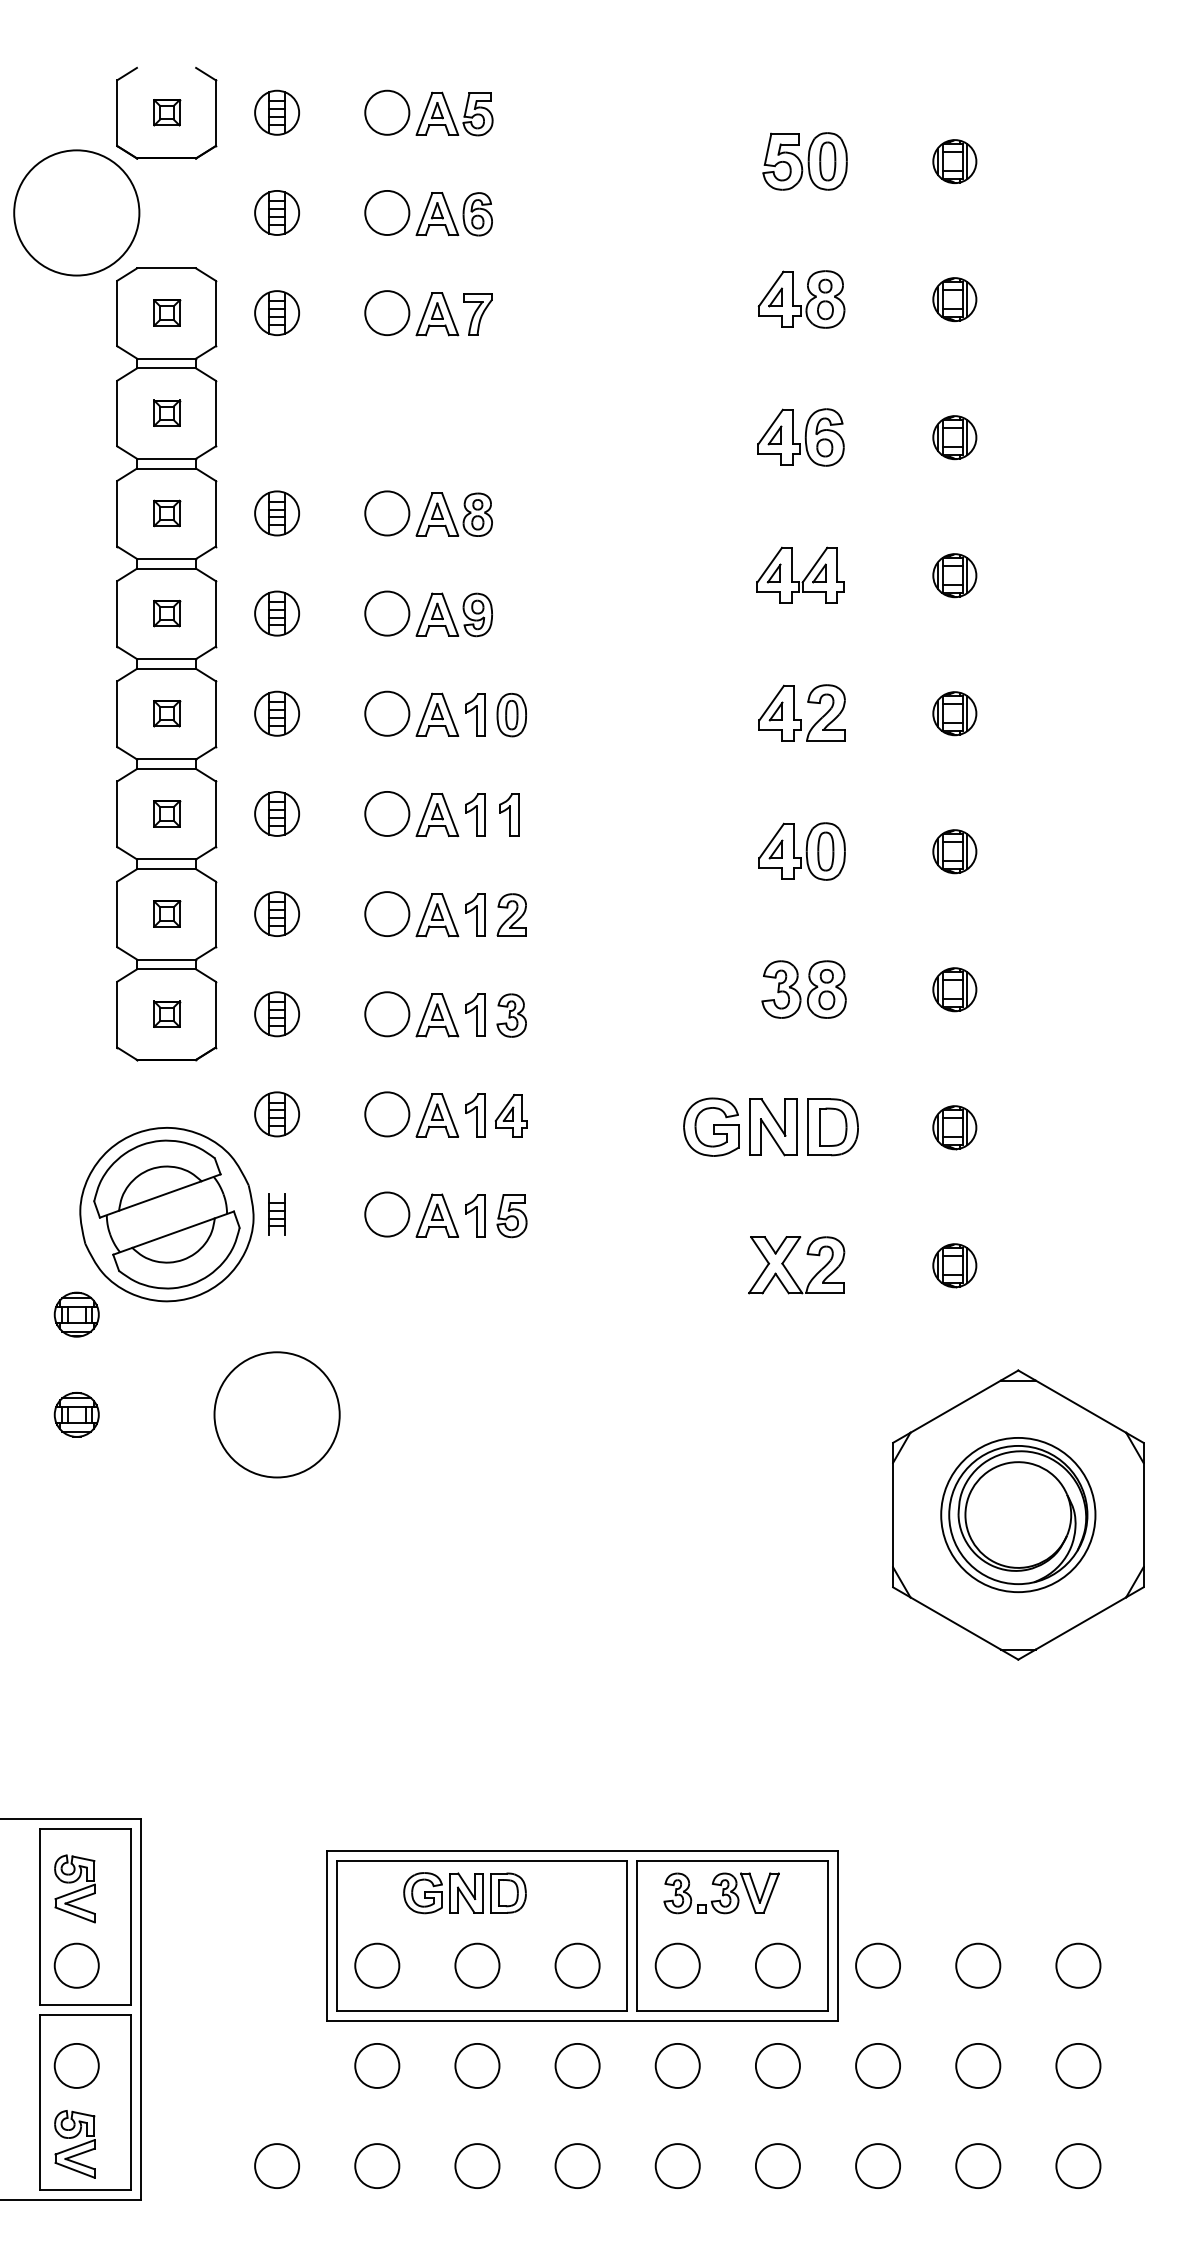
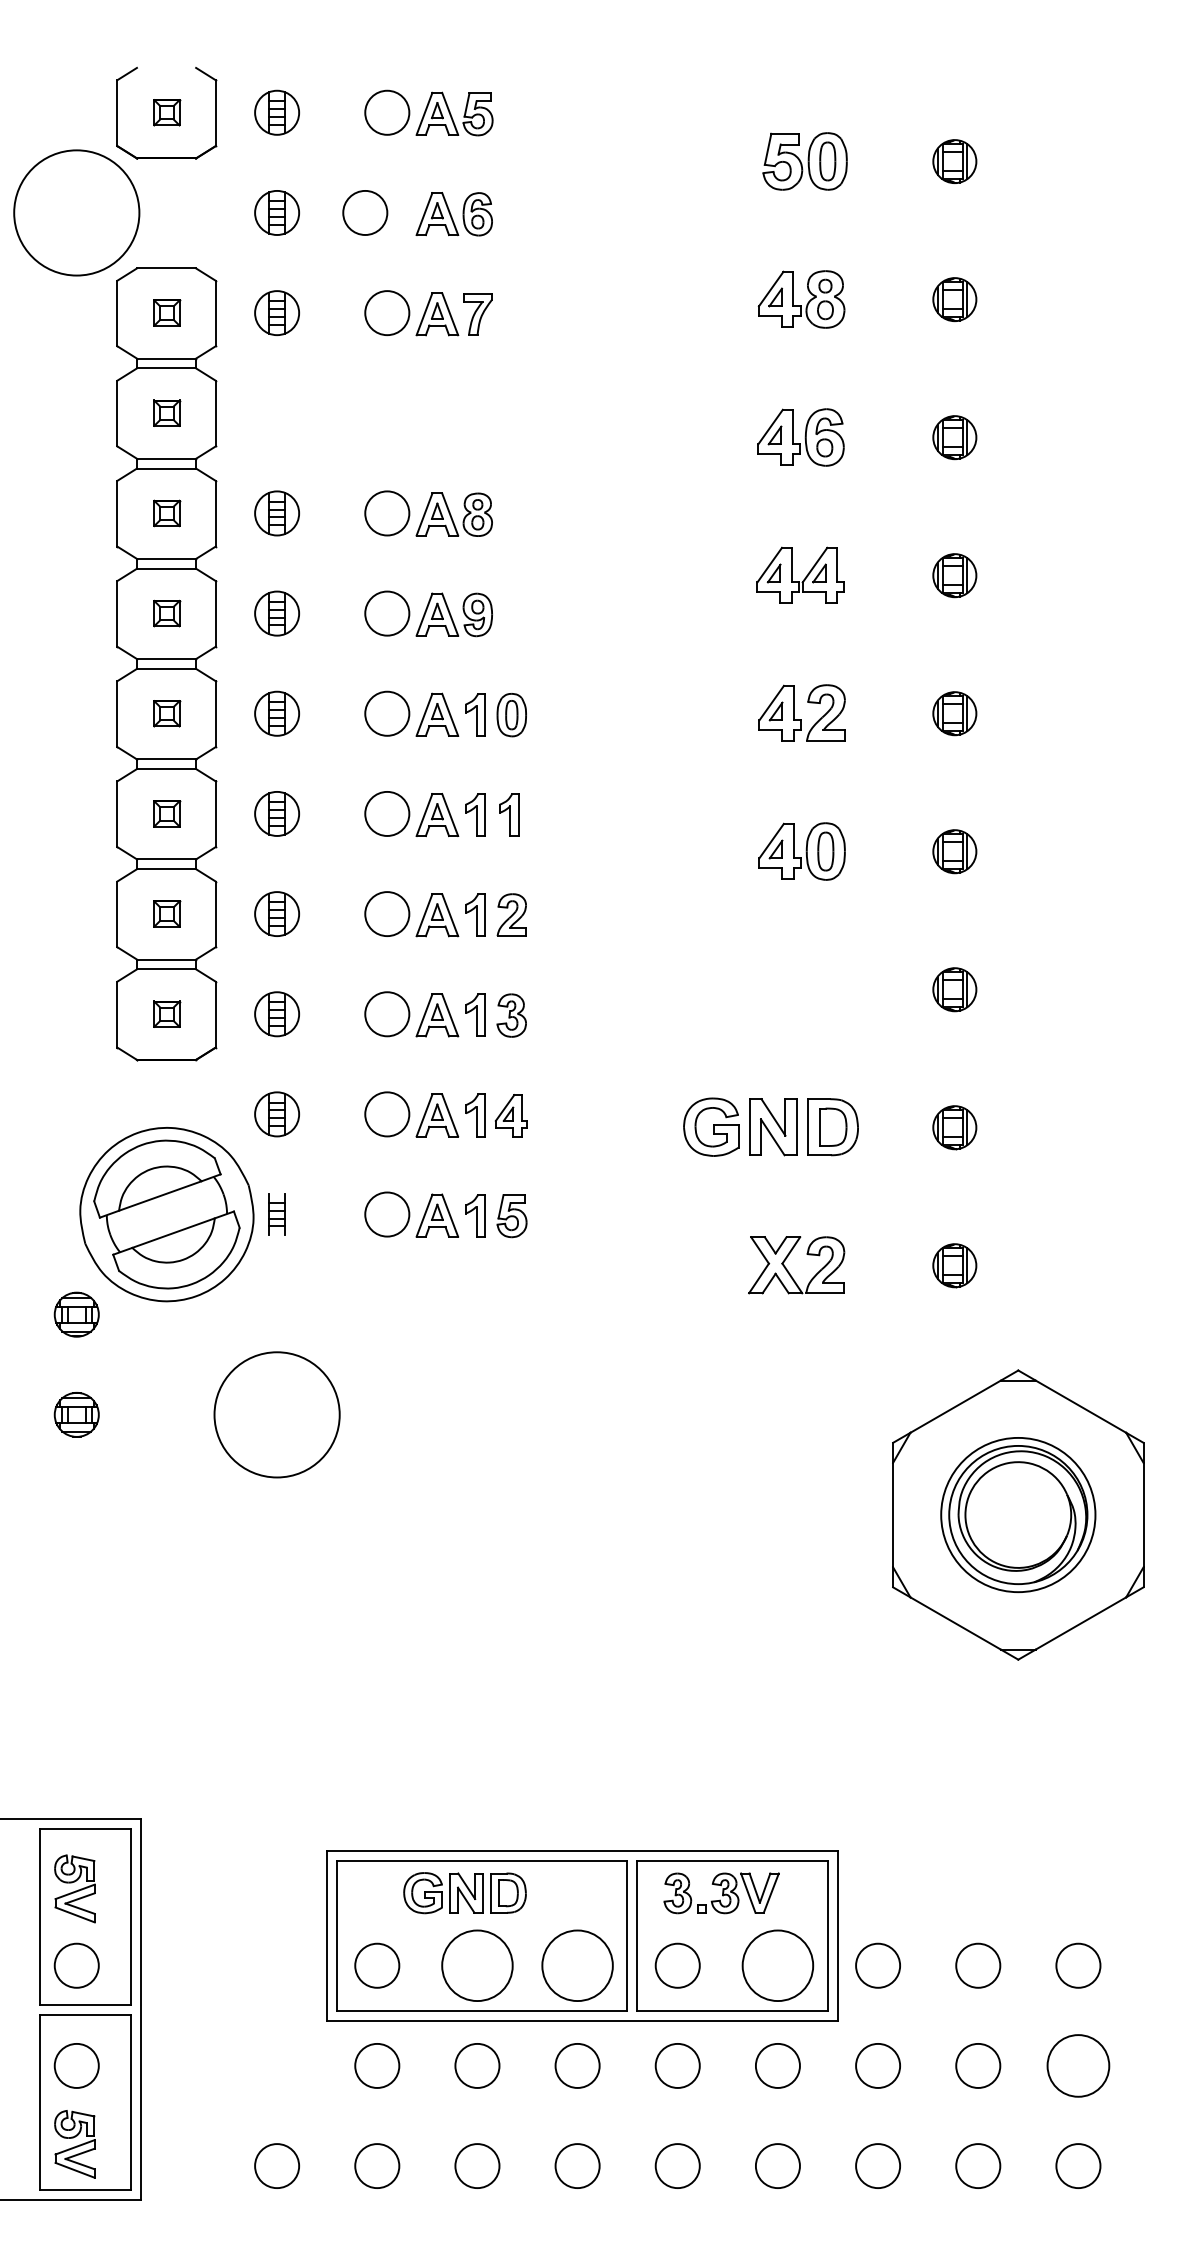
circle at (387, 212) position: (387, 212) -> (365, 212)
part at (803, 989): present -> none
circle at (477, 1965) diameter: 44 px -> 71 px
circle at (577, 1965) diameter: 44 px -> 71 px
circle at (777, 1965) diameter: 44 px -> 71 px
circle at (1078, 2065) diameter: 44 px -> 62 px
